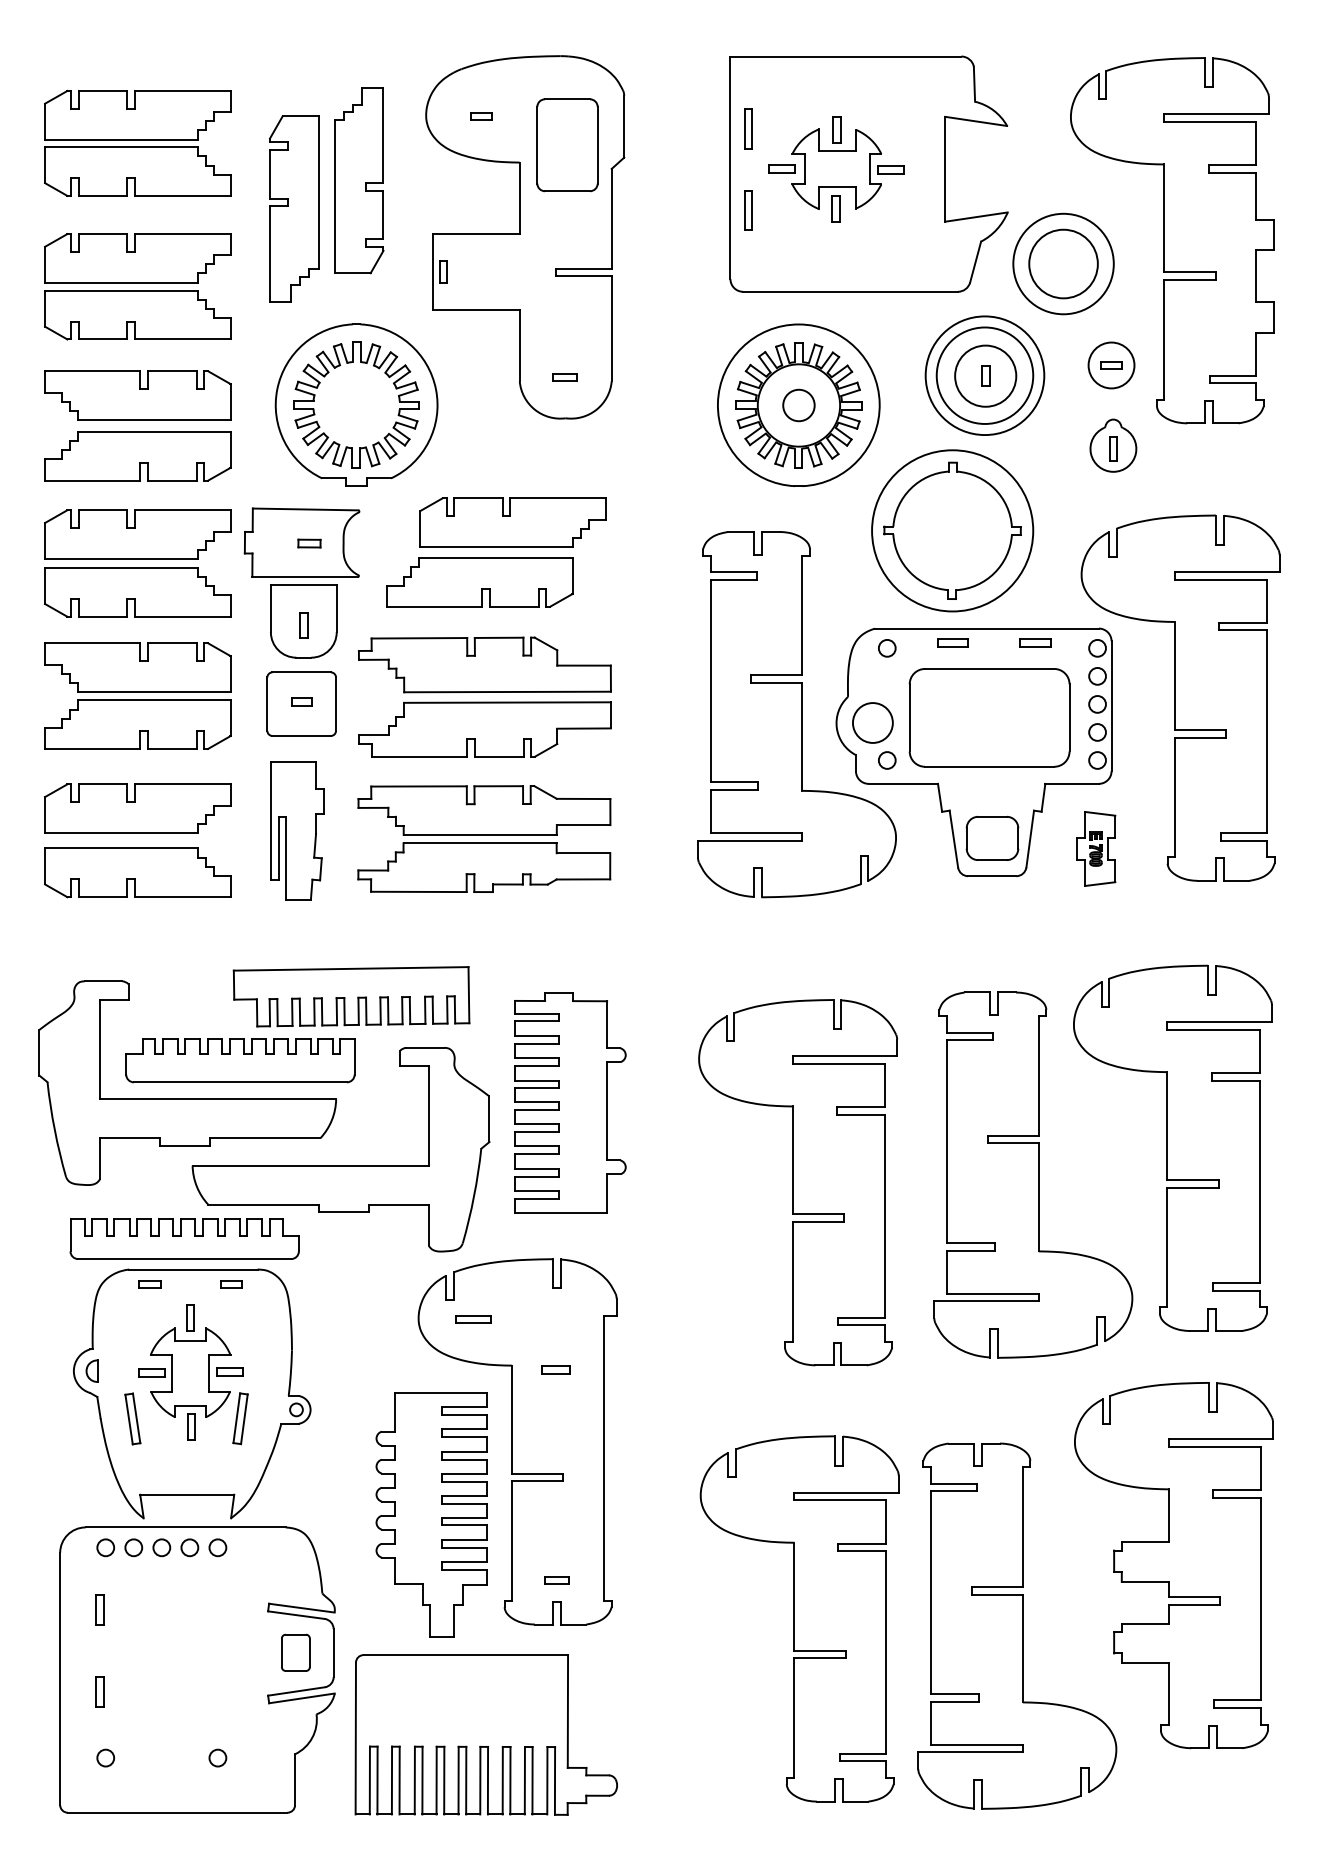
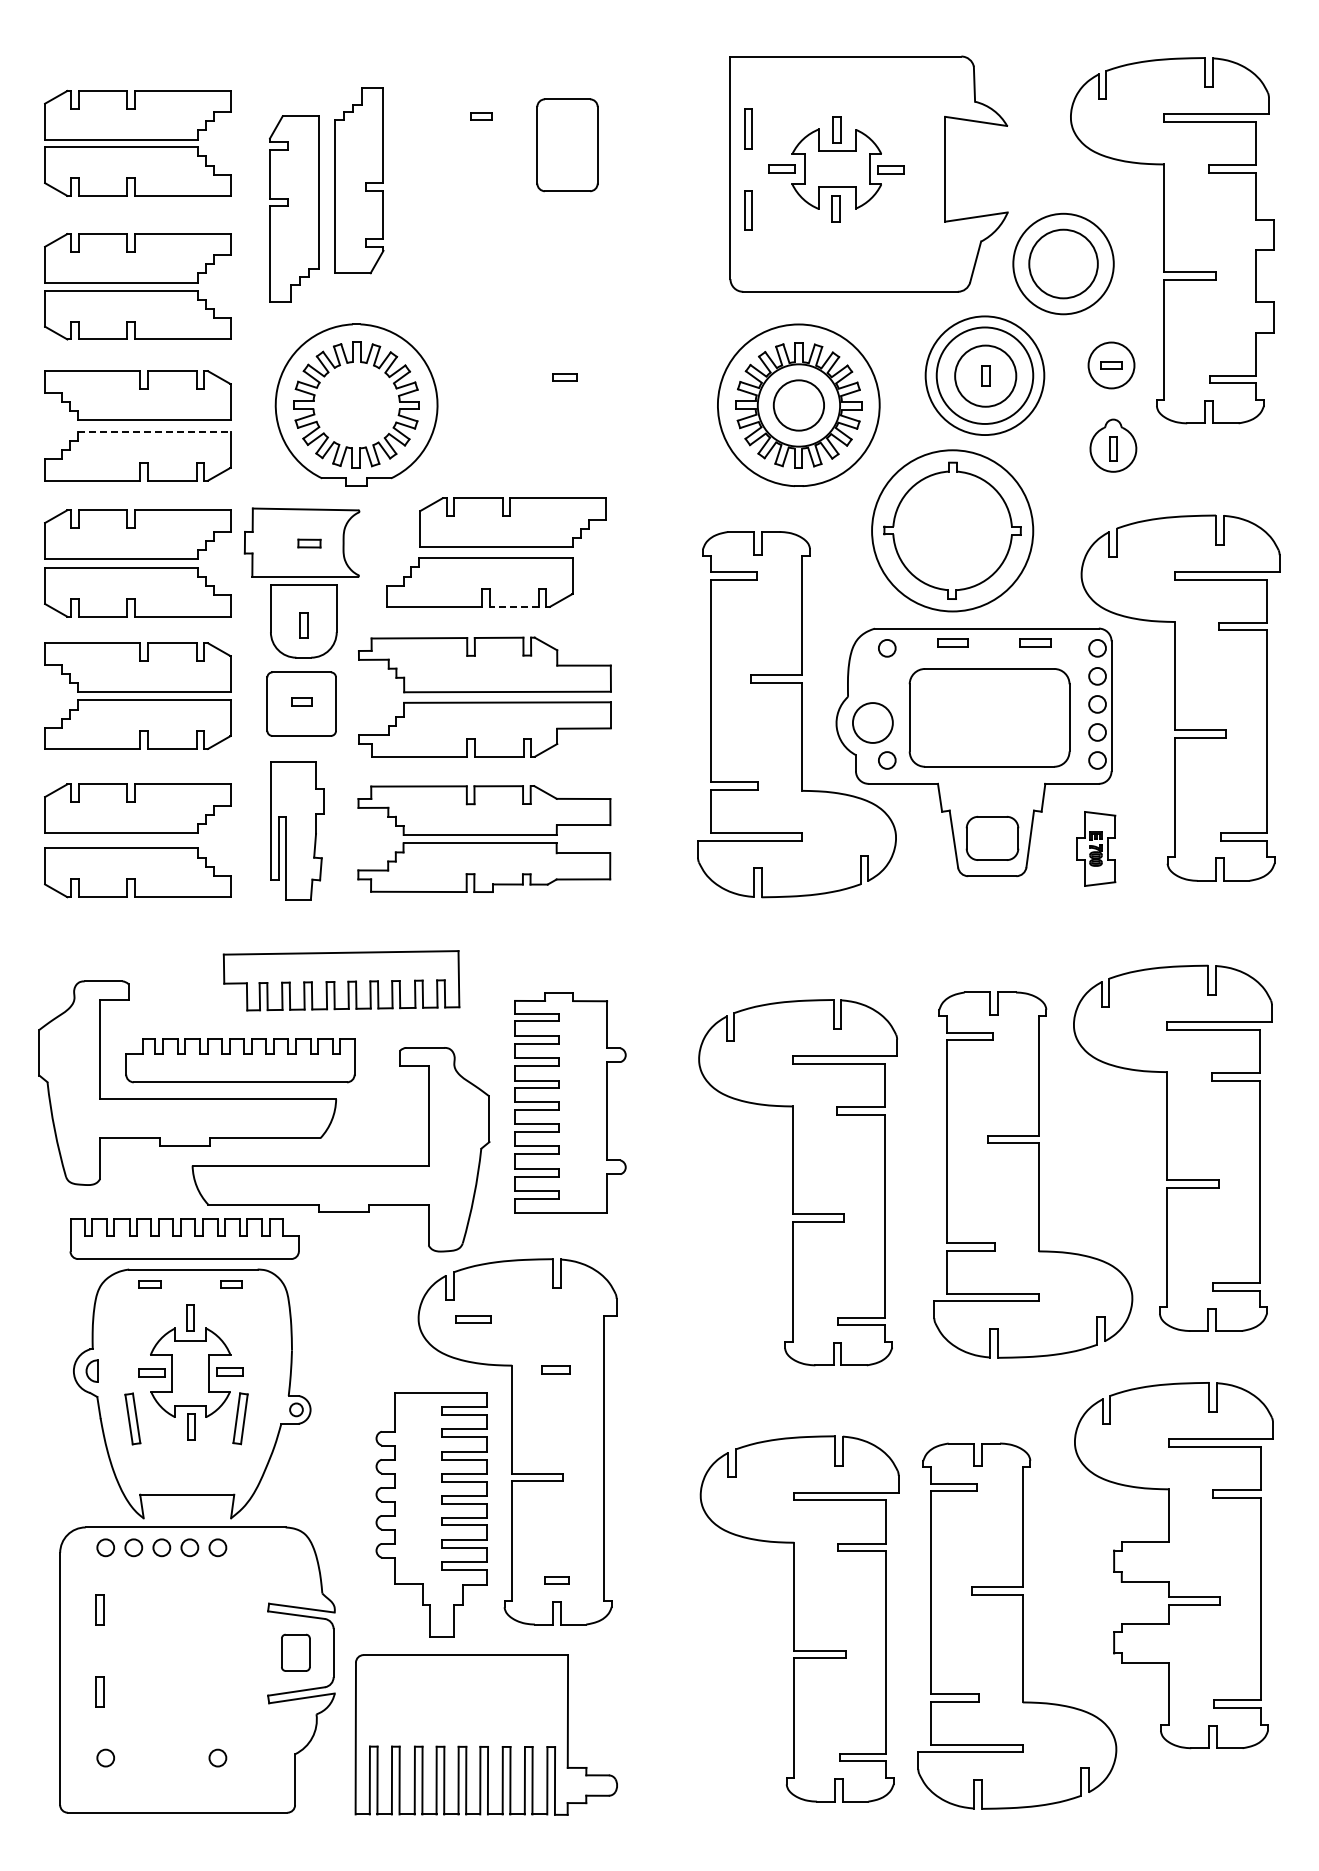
part at (525, 237): present -> none
circle at (798, 405) diameter: 31 px -> 50 px
line at (154, 431): solid -> dashed
line at (513, 606): solid -> dashed
part at (351, 996) position: (351, 996) -> (341, 980)
